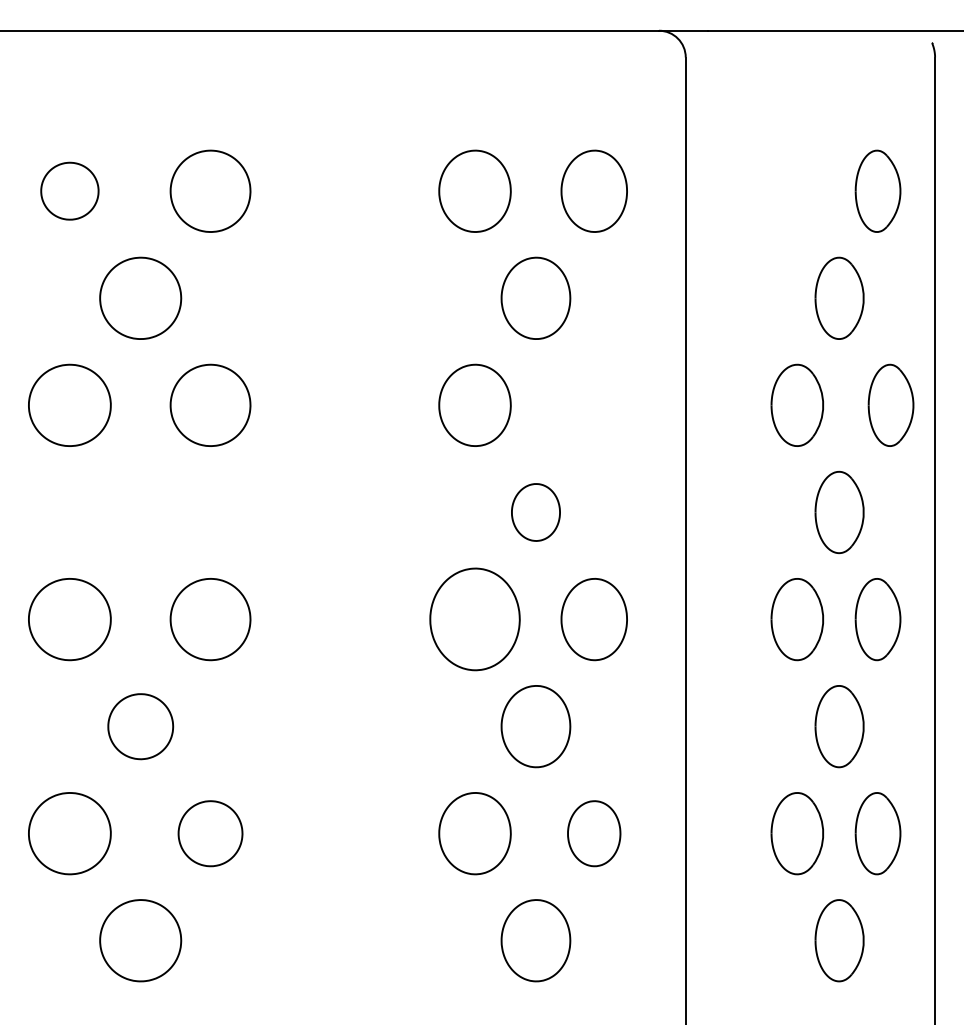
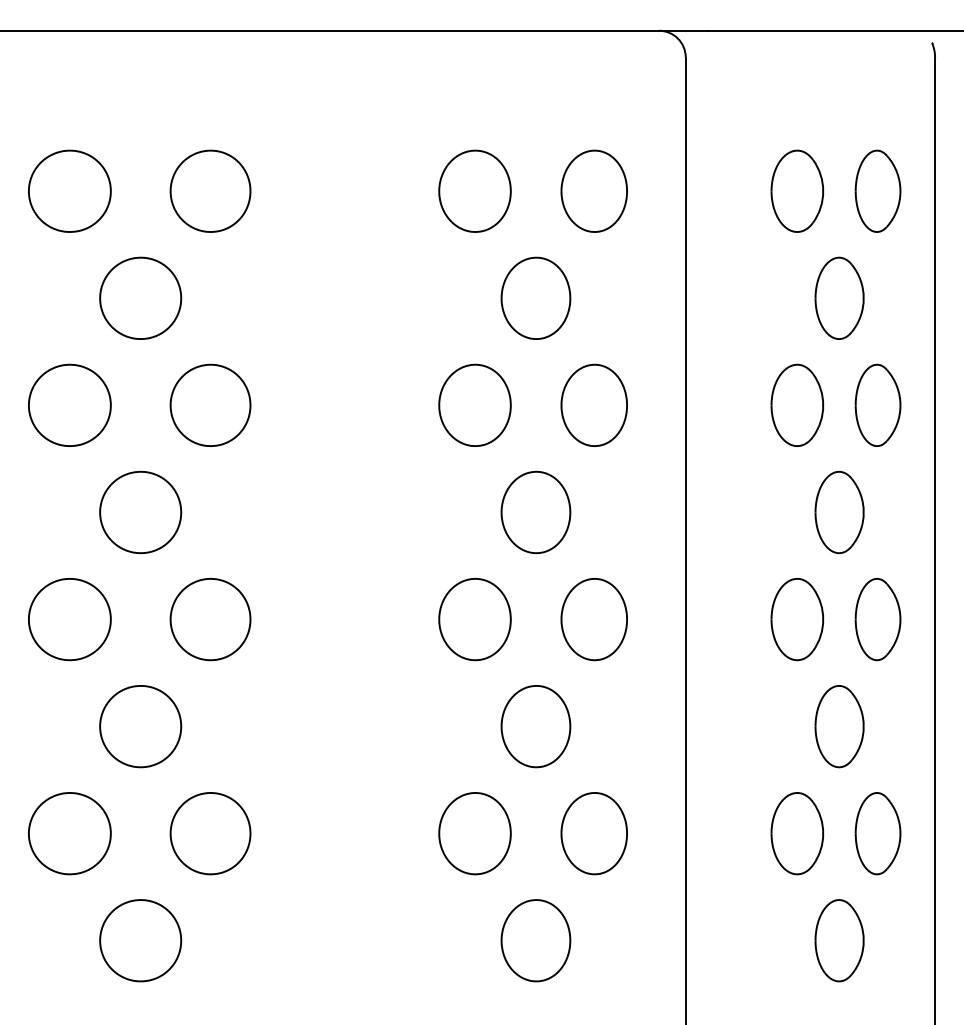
part at (69, 190) size: 60x60 px -> 84x84 px
part at (796, 190): none -> present
part at (593, 404): none -> present
part at (890, 404) position: (890, 404) -> (877, 404)
part at (140, 512): none -> present
part at (535, 512) size: 50x59 px -> 72x85 px
part at (474, 619) size: 92x105 px -> 74x84 px
part at (140, 726) size: 68x68 px -> 84x84 px
part at (210, 833) size: 67x68 px -> 83x84 px
part at (594, 833) size: 55x68 px -> 68x84 px
